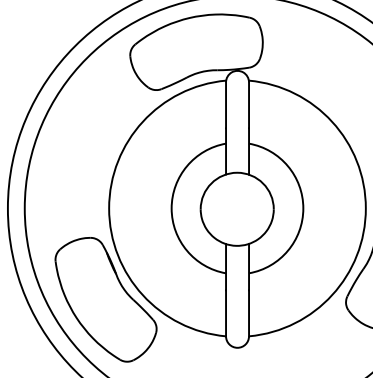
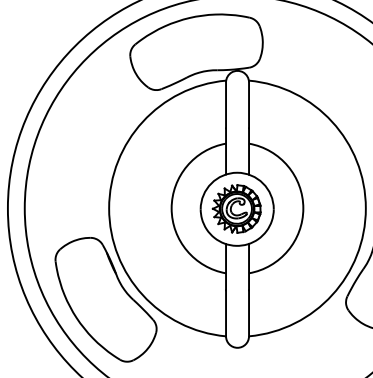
part at (236, 208): none -> present
